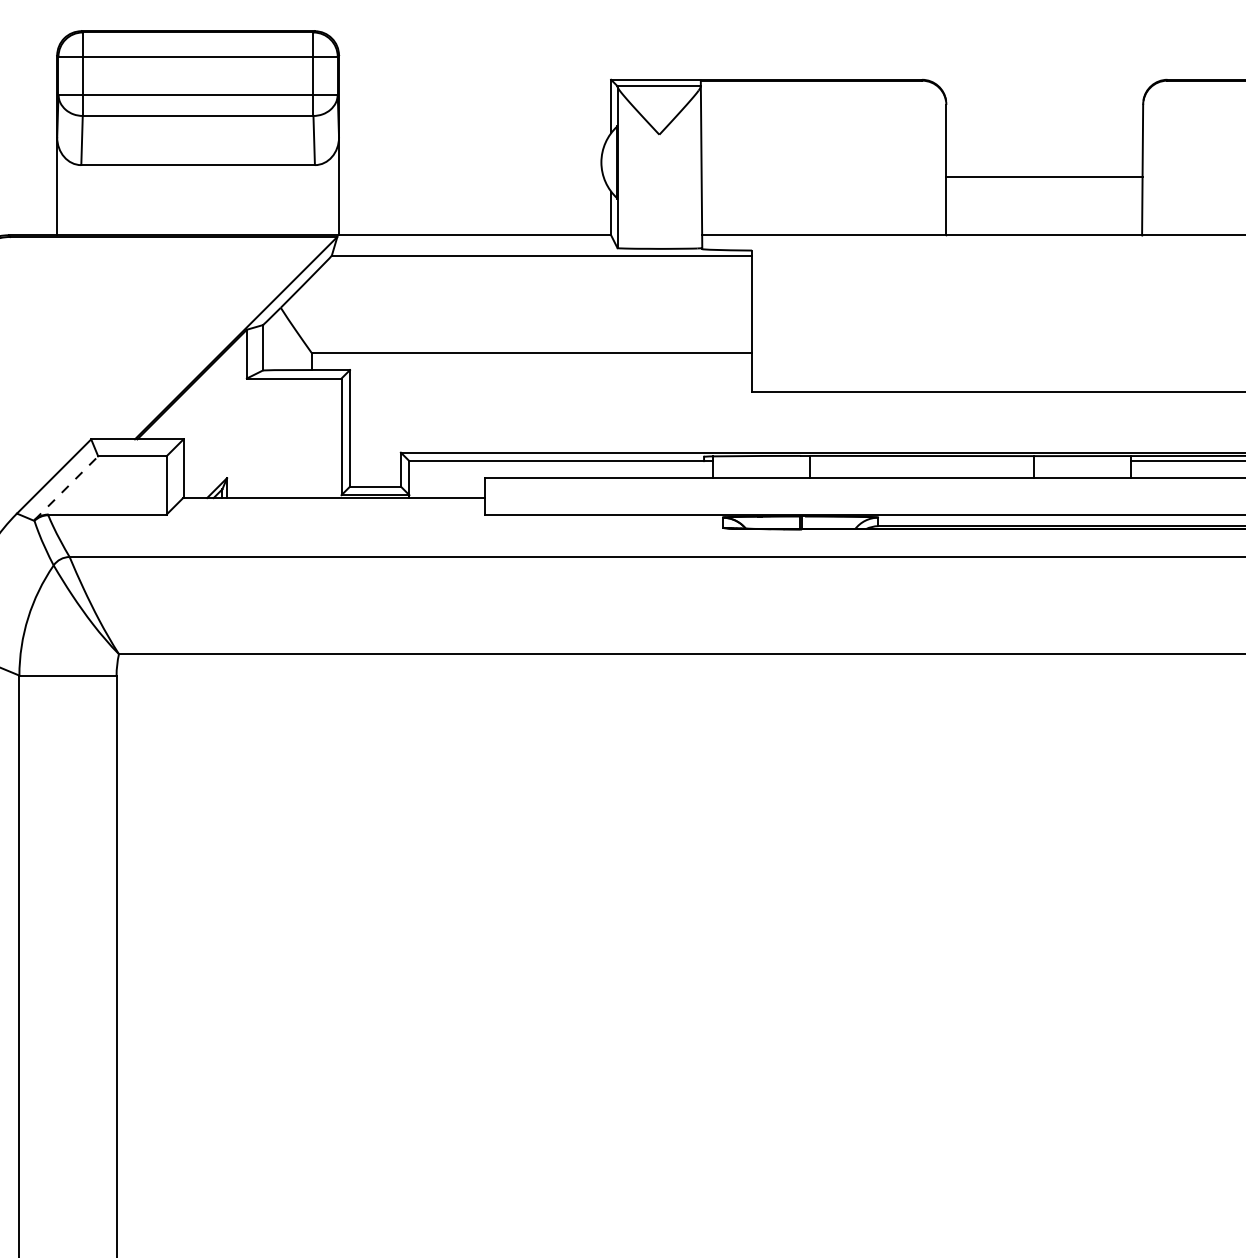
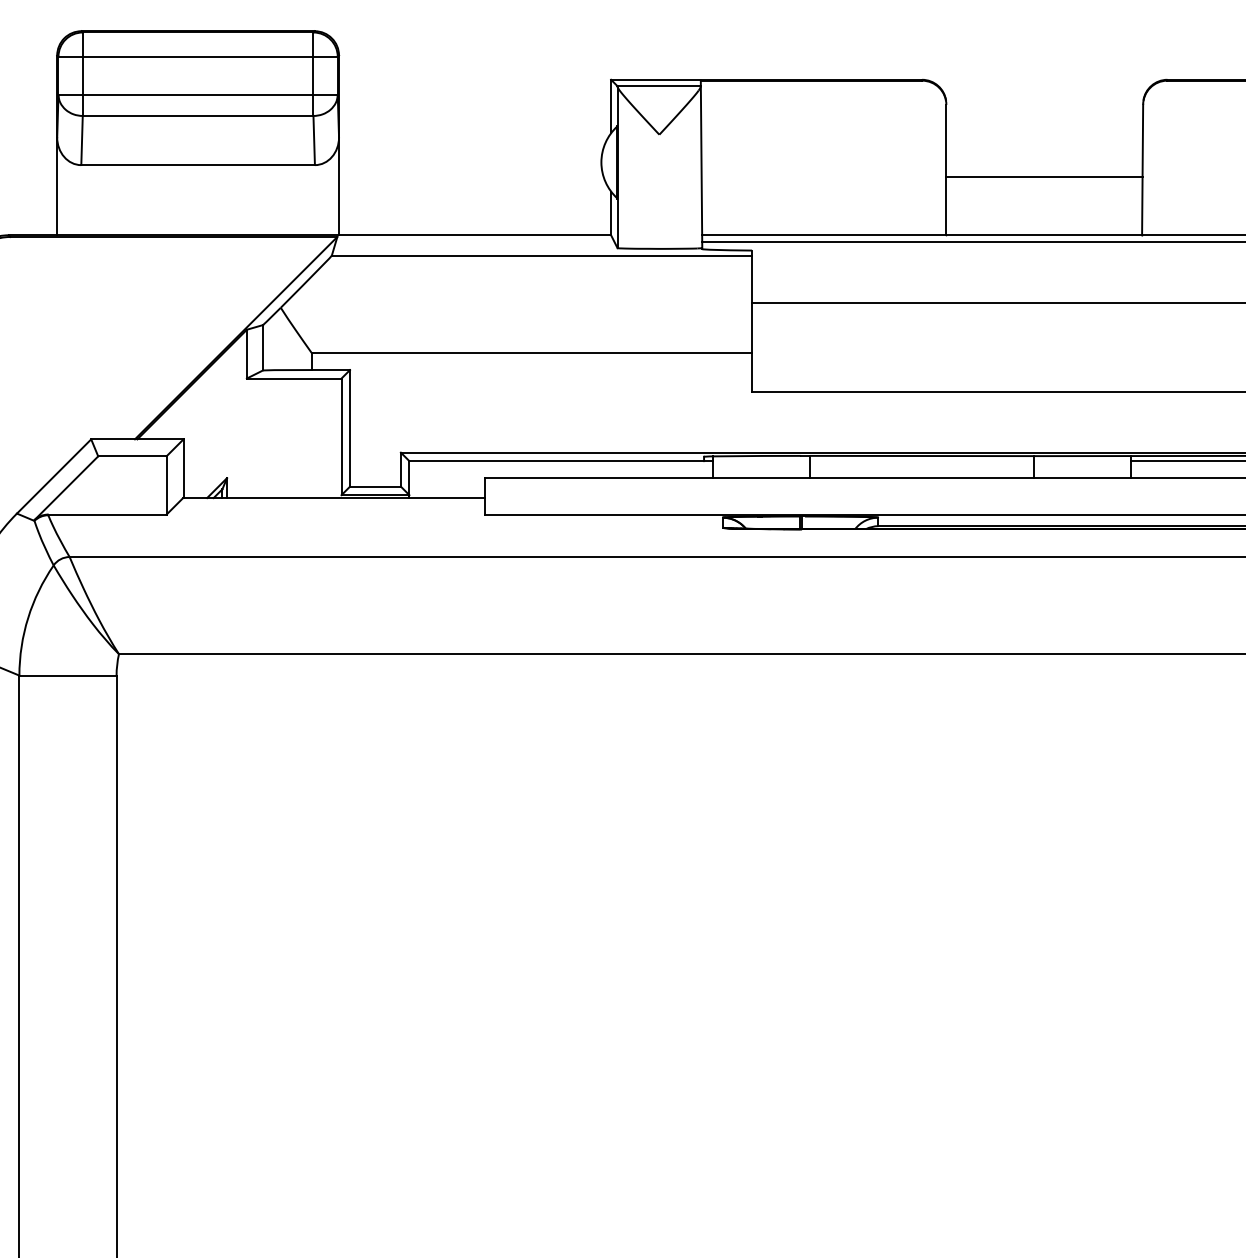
line at (972, 242): none -> present
line at (997, 303): none -> present
line at (66, 487): dashed -> solid
